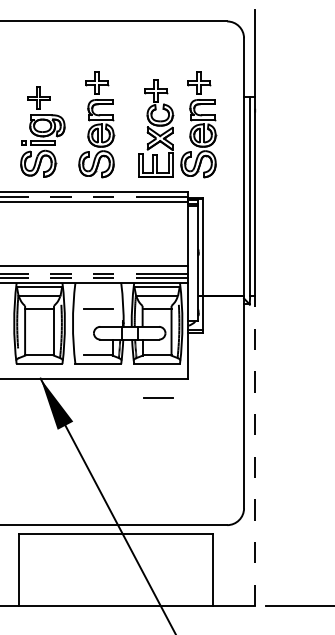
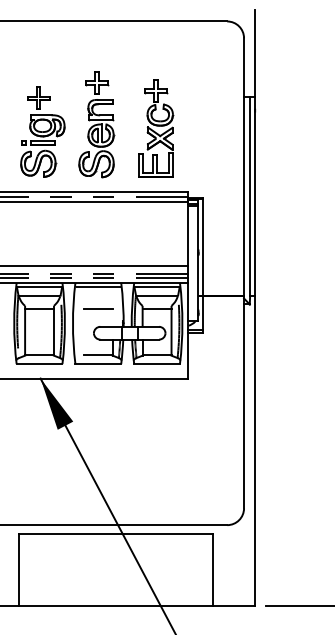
part at (198, 124): present -> none
line at (97, 287): none -> present
line at (158, 397): present -> none
line at (255, 450): dashed -> solid
